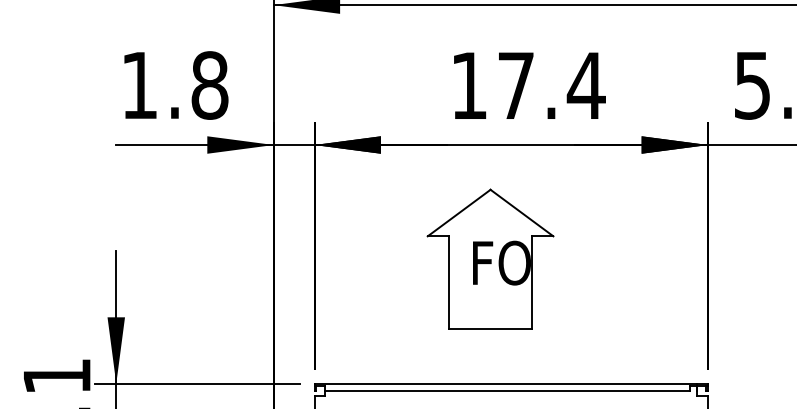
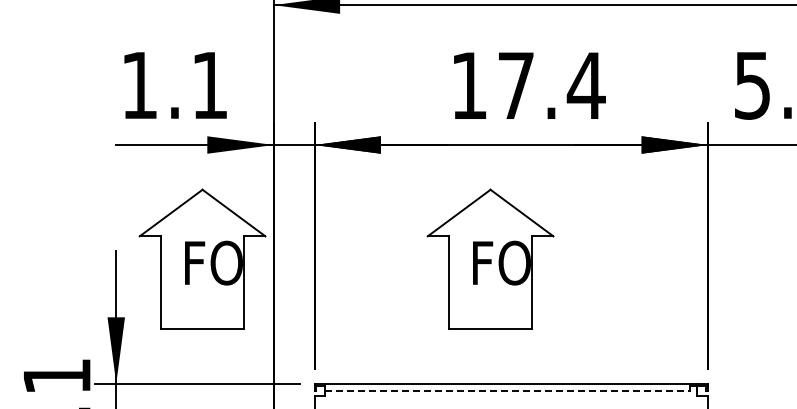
text at (209, 85): 1.8 -> 1.1
part at (202, 258): none -> present
line at (508, 390): solid -> dashed
